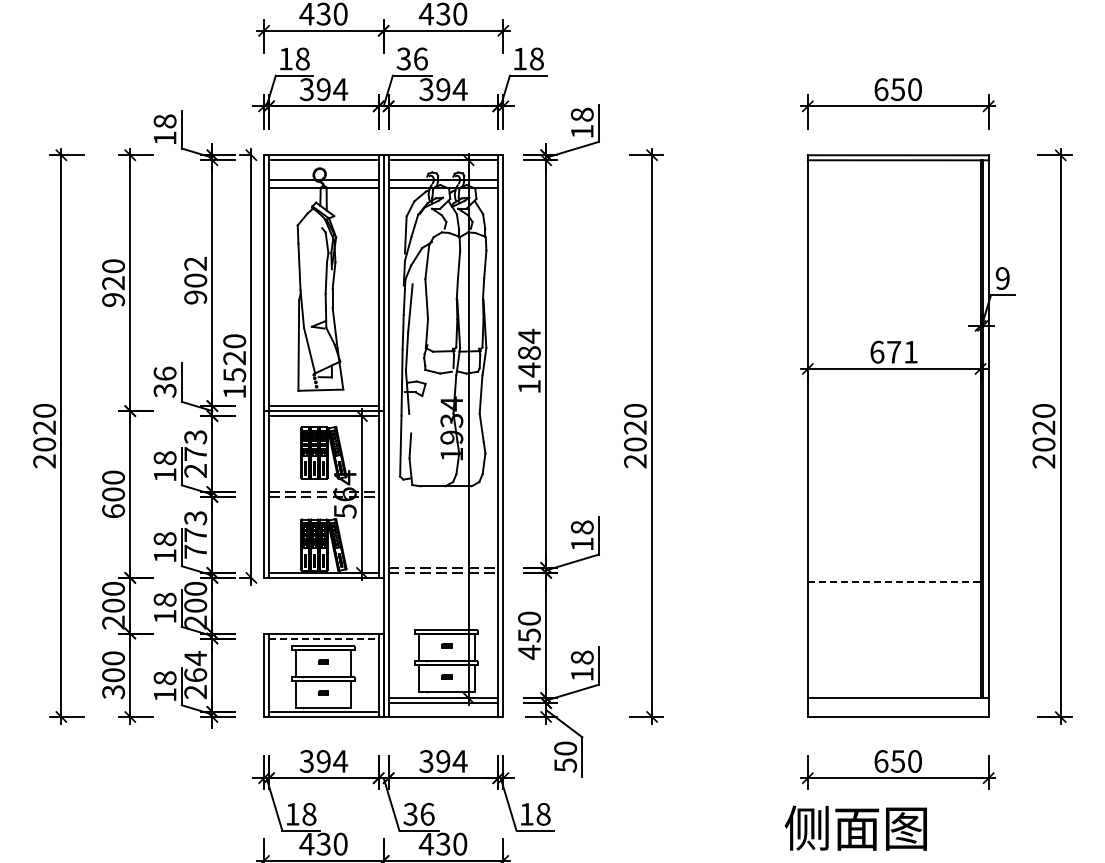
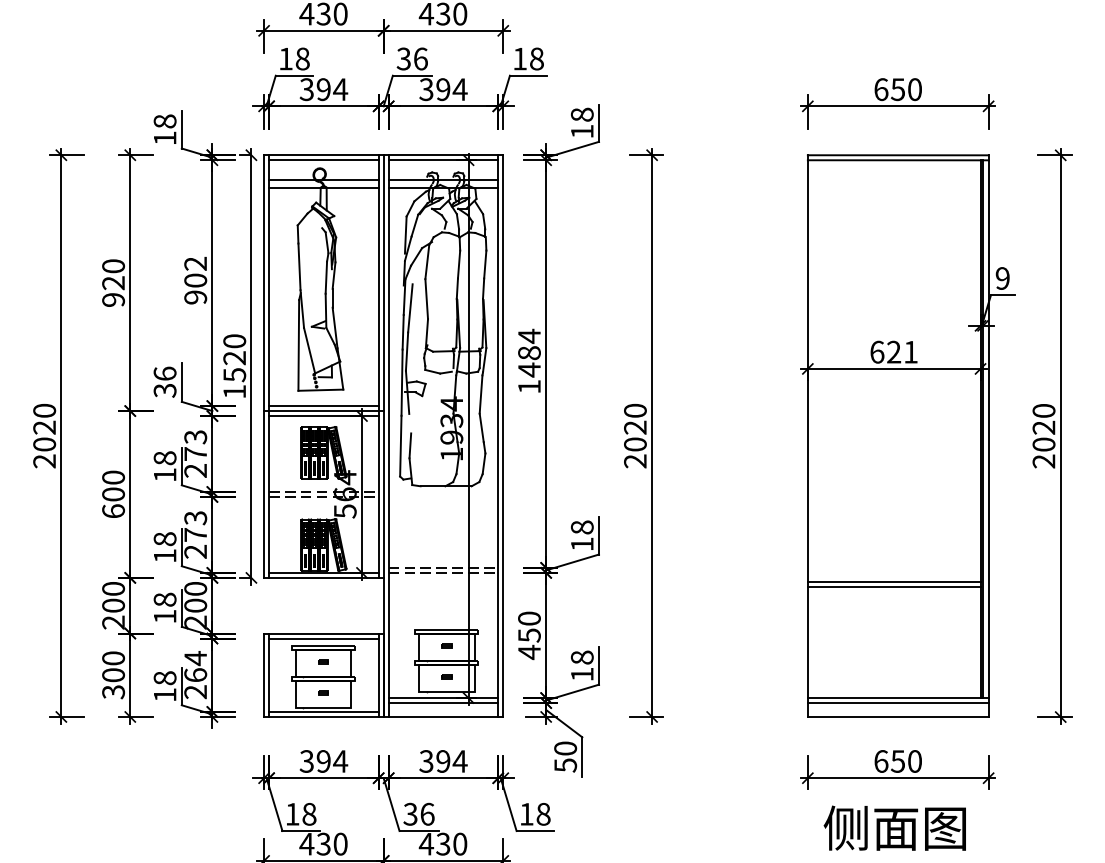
text at (894, 351): 671 -> 621
text at (195, 551): 773 -> 273
line at (894, 581): dashed -> solid
line at (893, 586): none -> present
line at (323, 638): dashed -> solid
line at (897, 703): none -> present
text at (855, 827) position: (855, 827) -> (894, 827)
